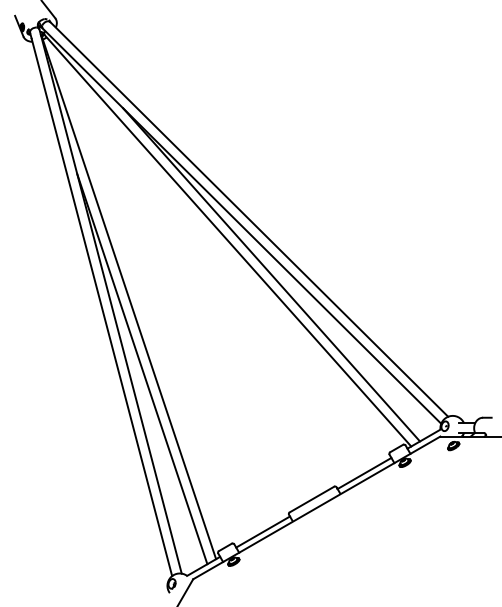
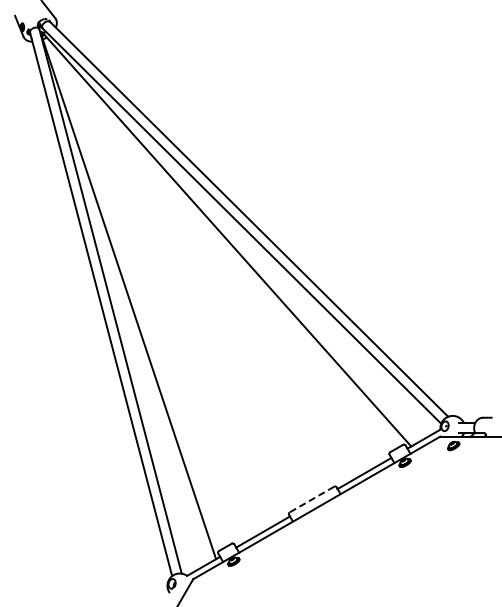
line at (271, 274): present -> none
line at (142, 369): present -> none
line at (311, 499): solid -> dashed
